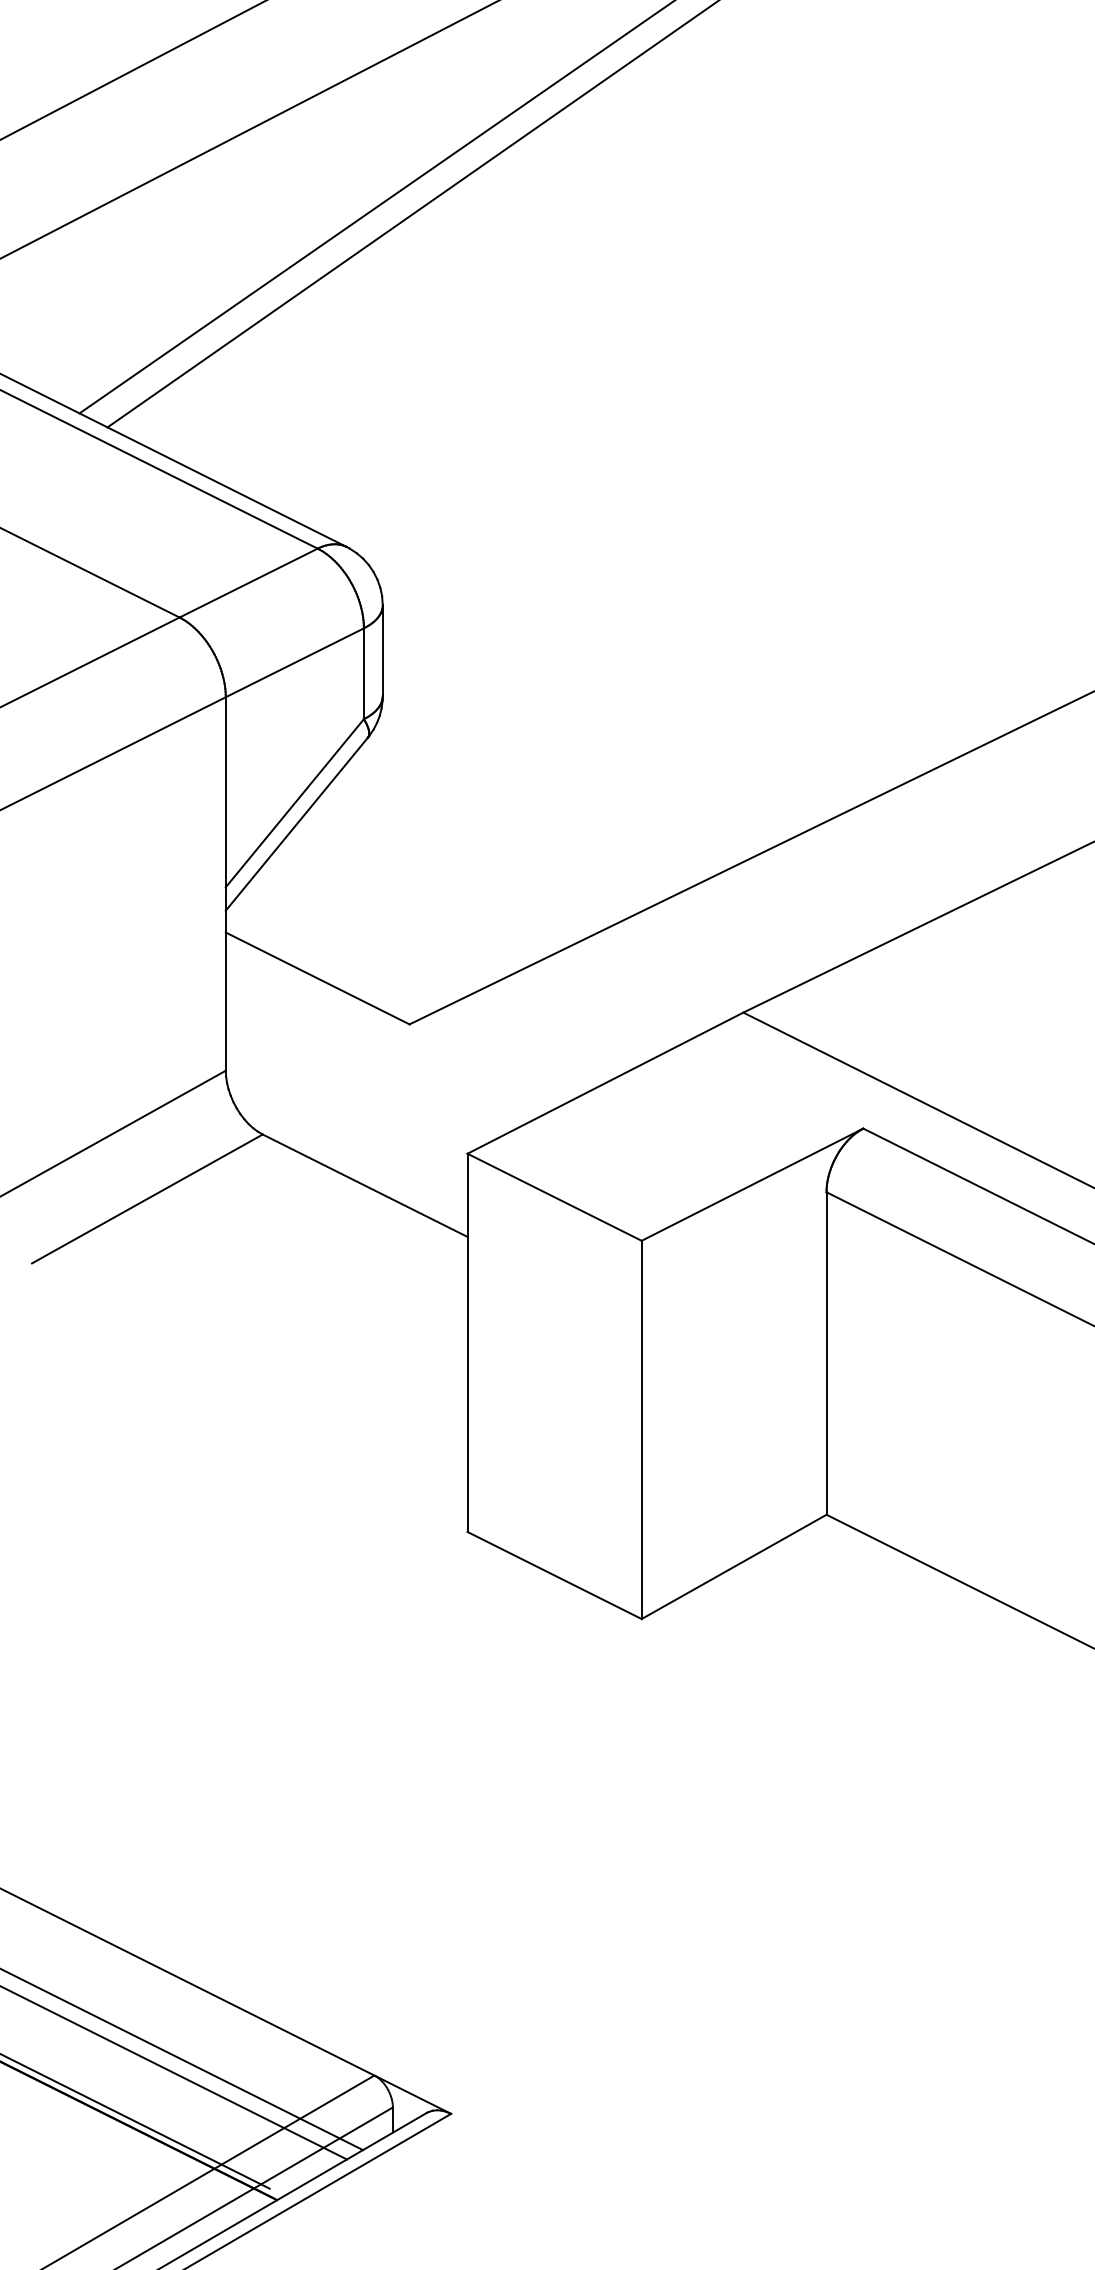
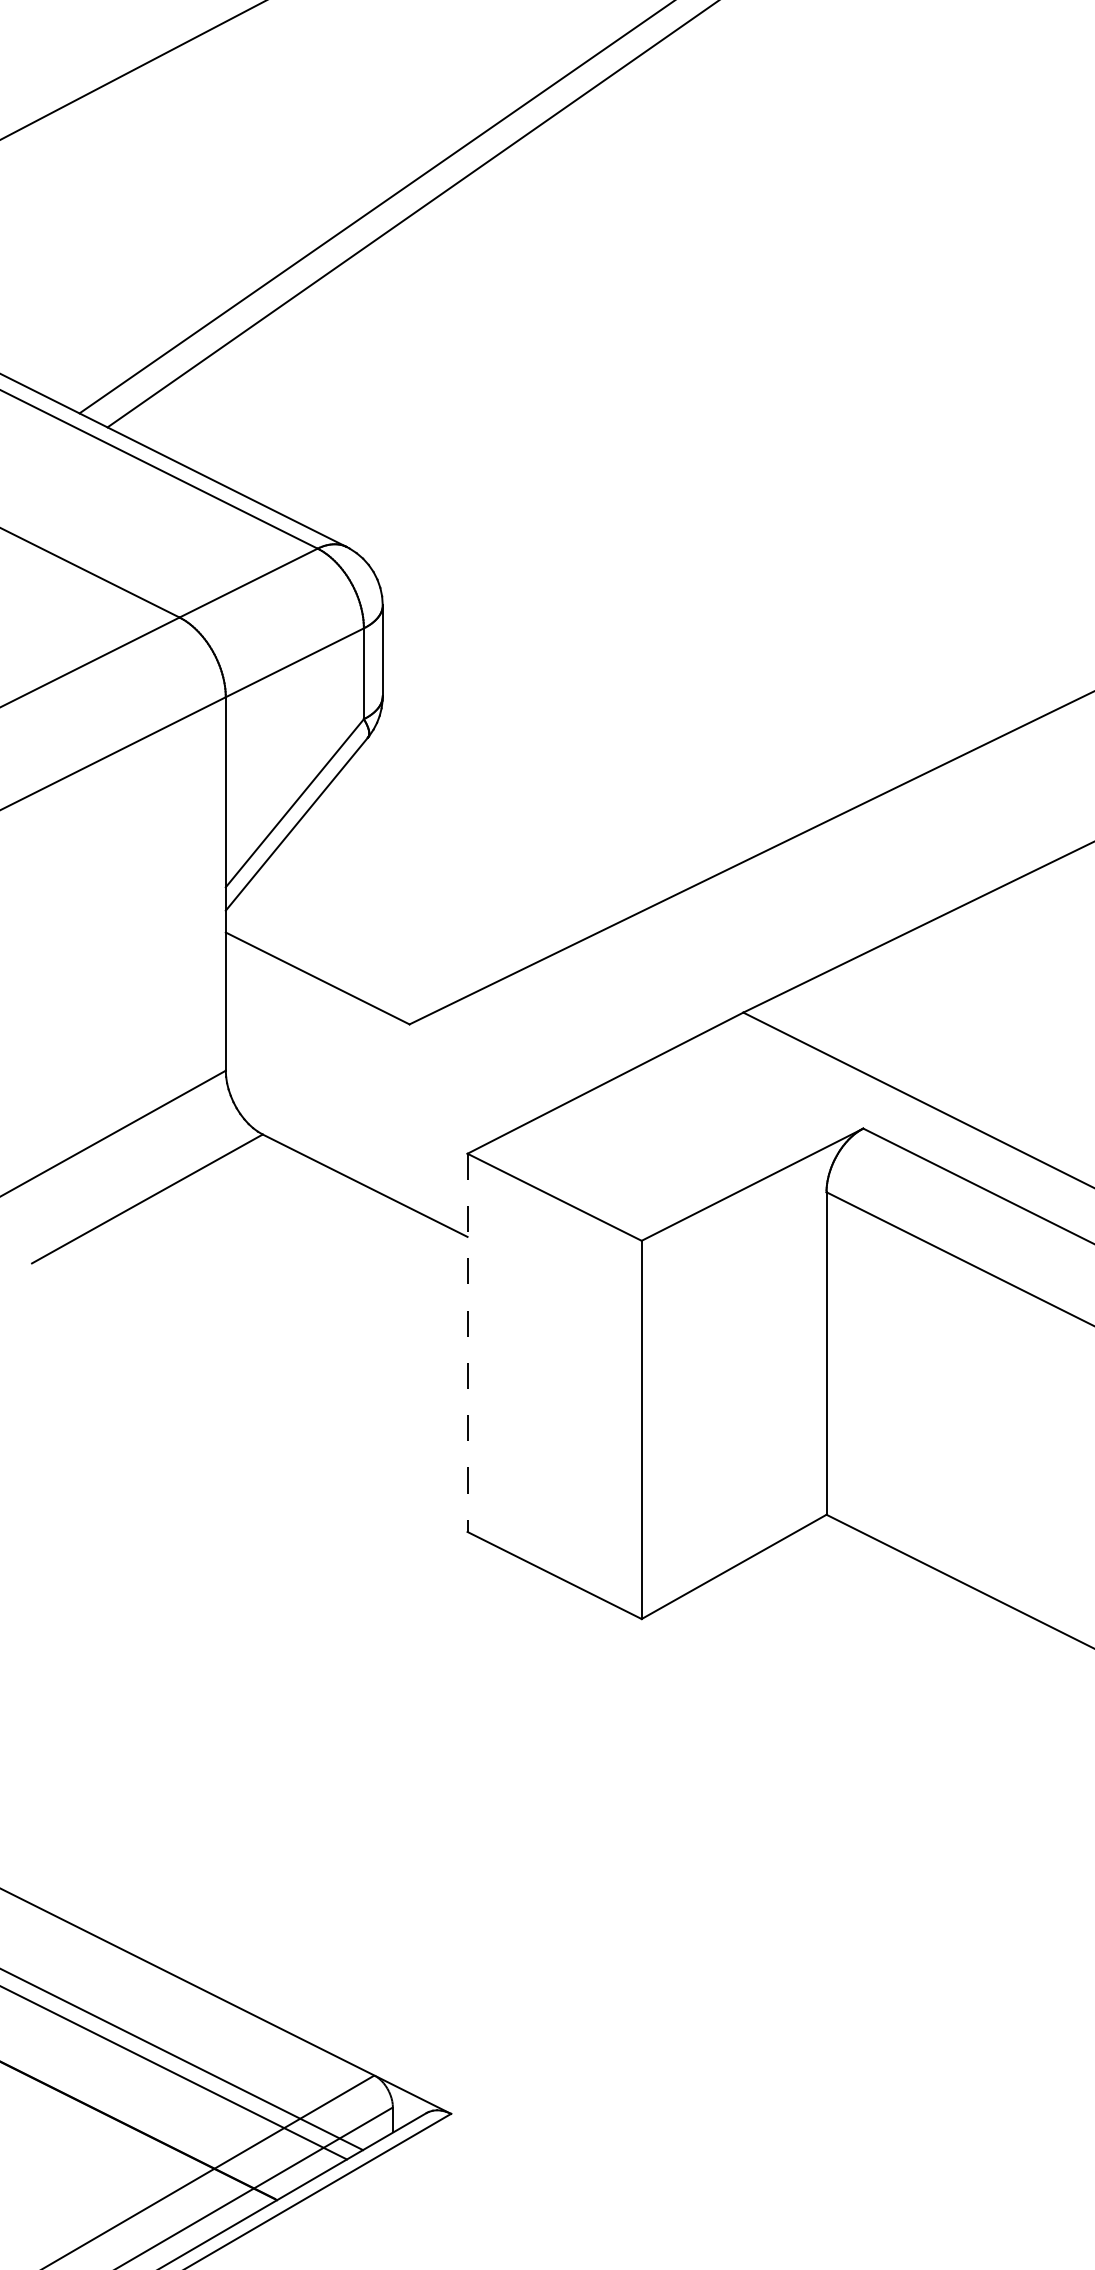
line at (248, 129): present -> none
line at (467, 1343): solid -> dashed
line at (136, 2122): present -> none
